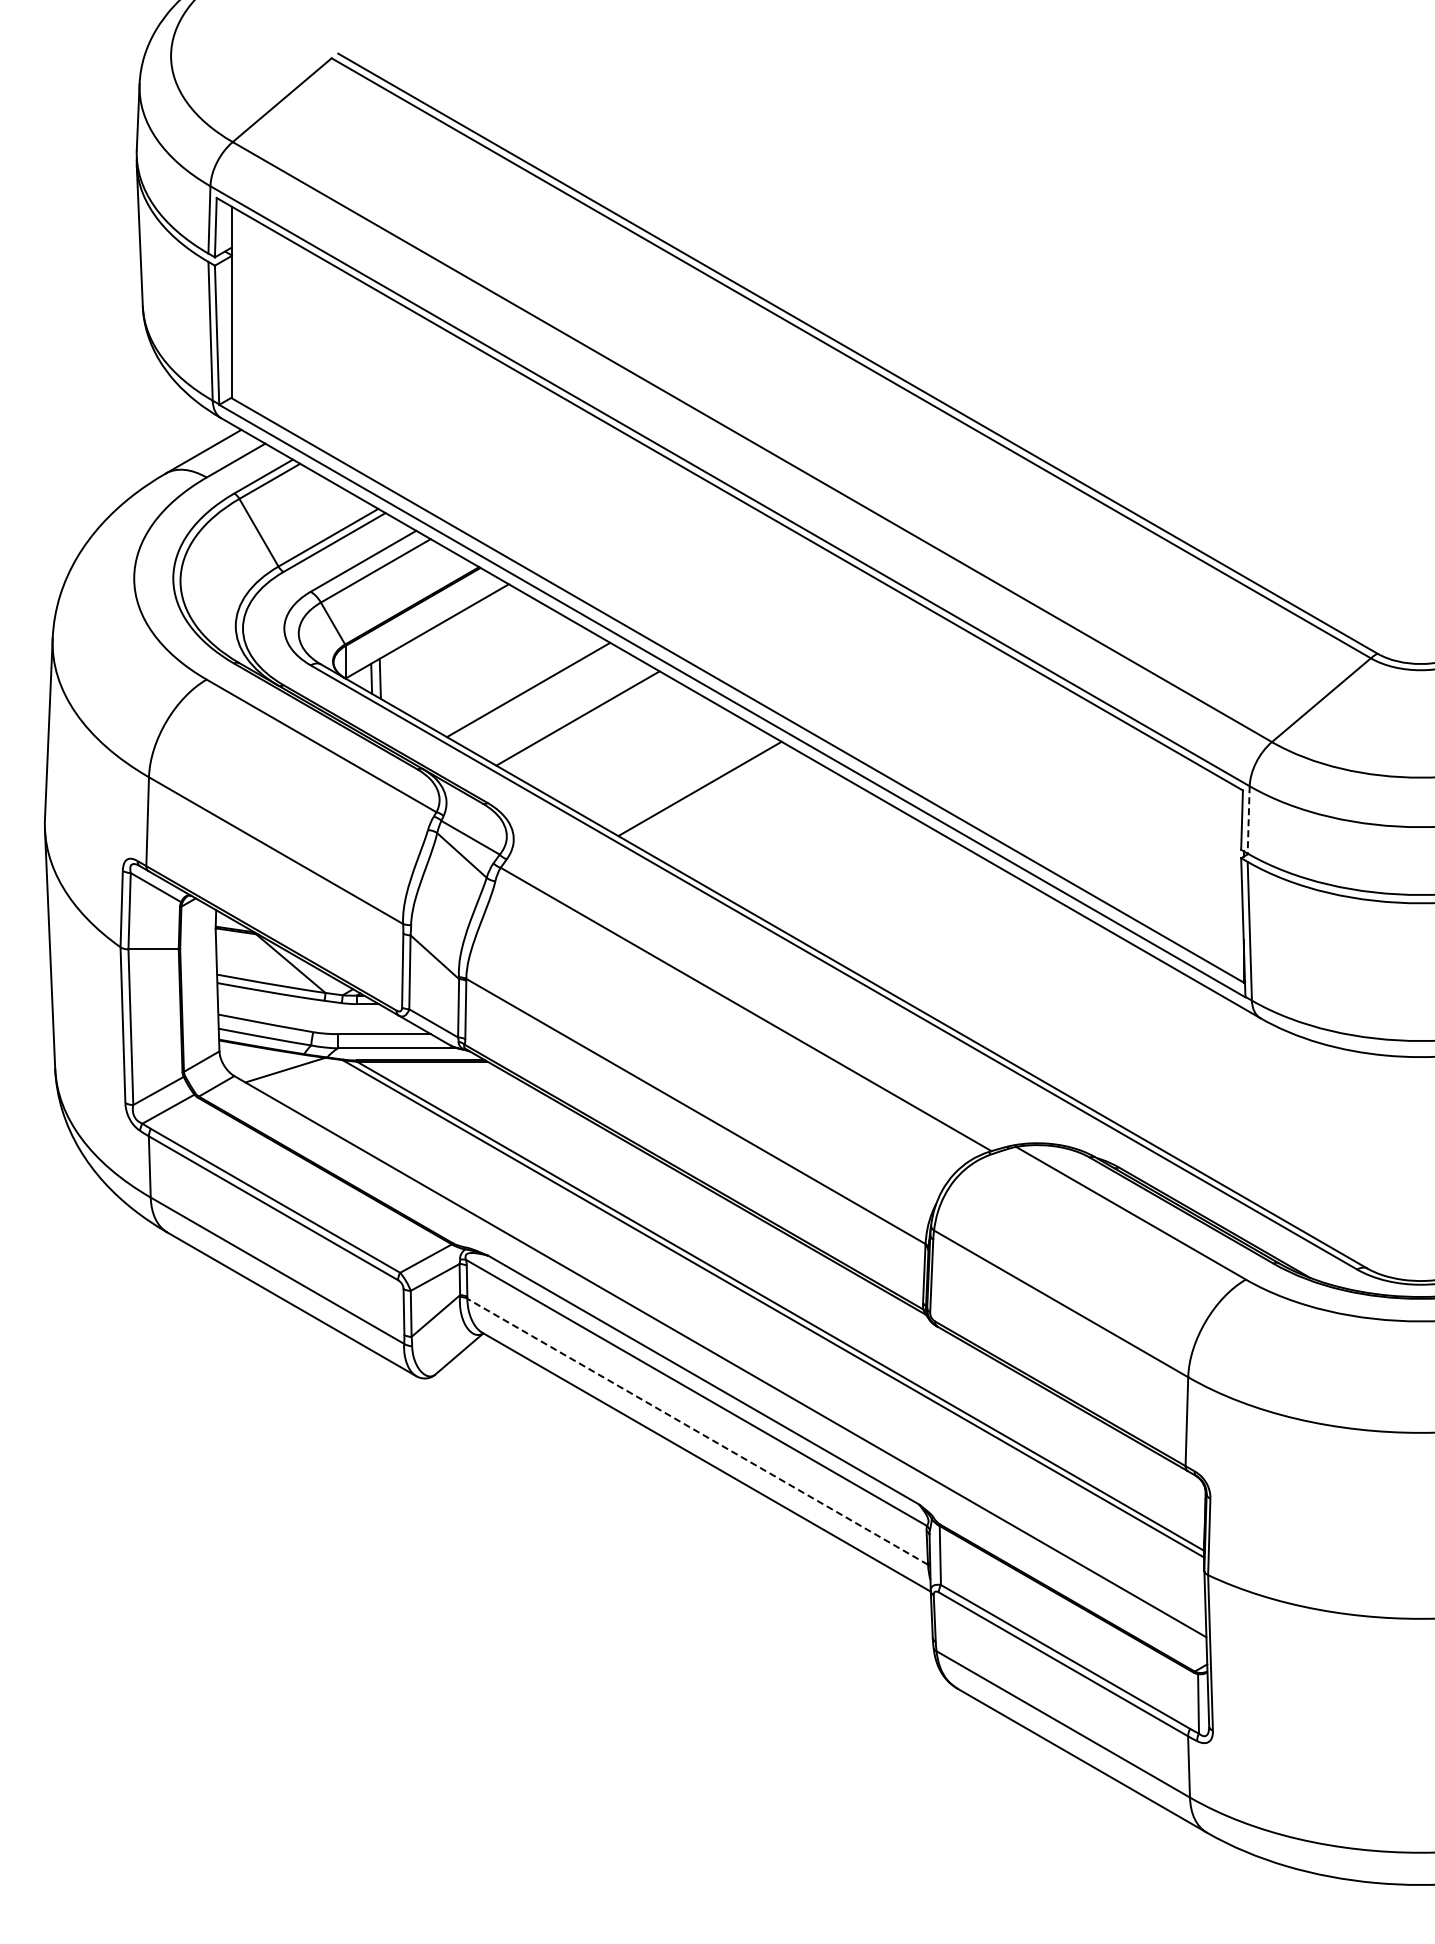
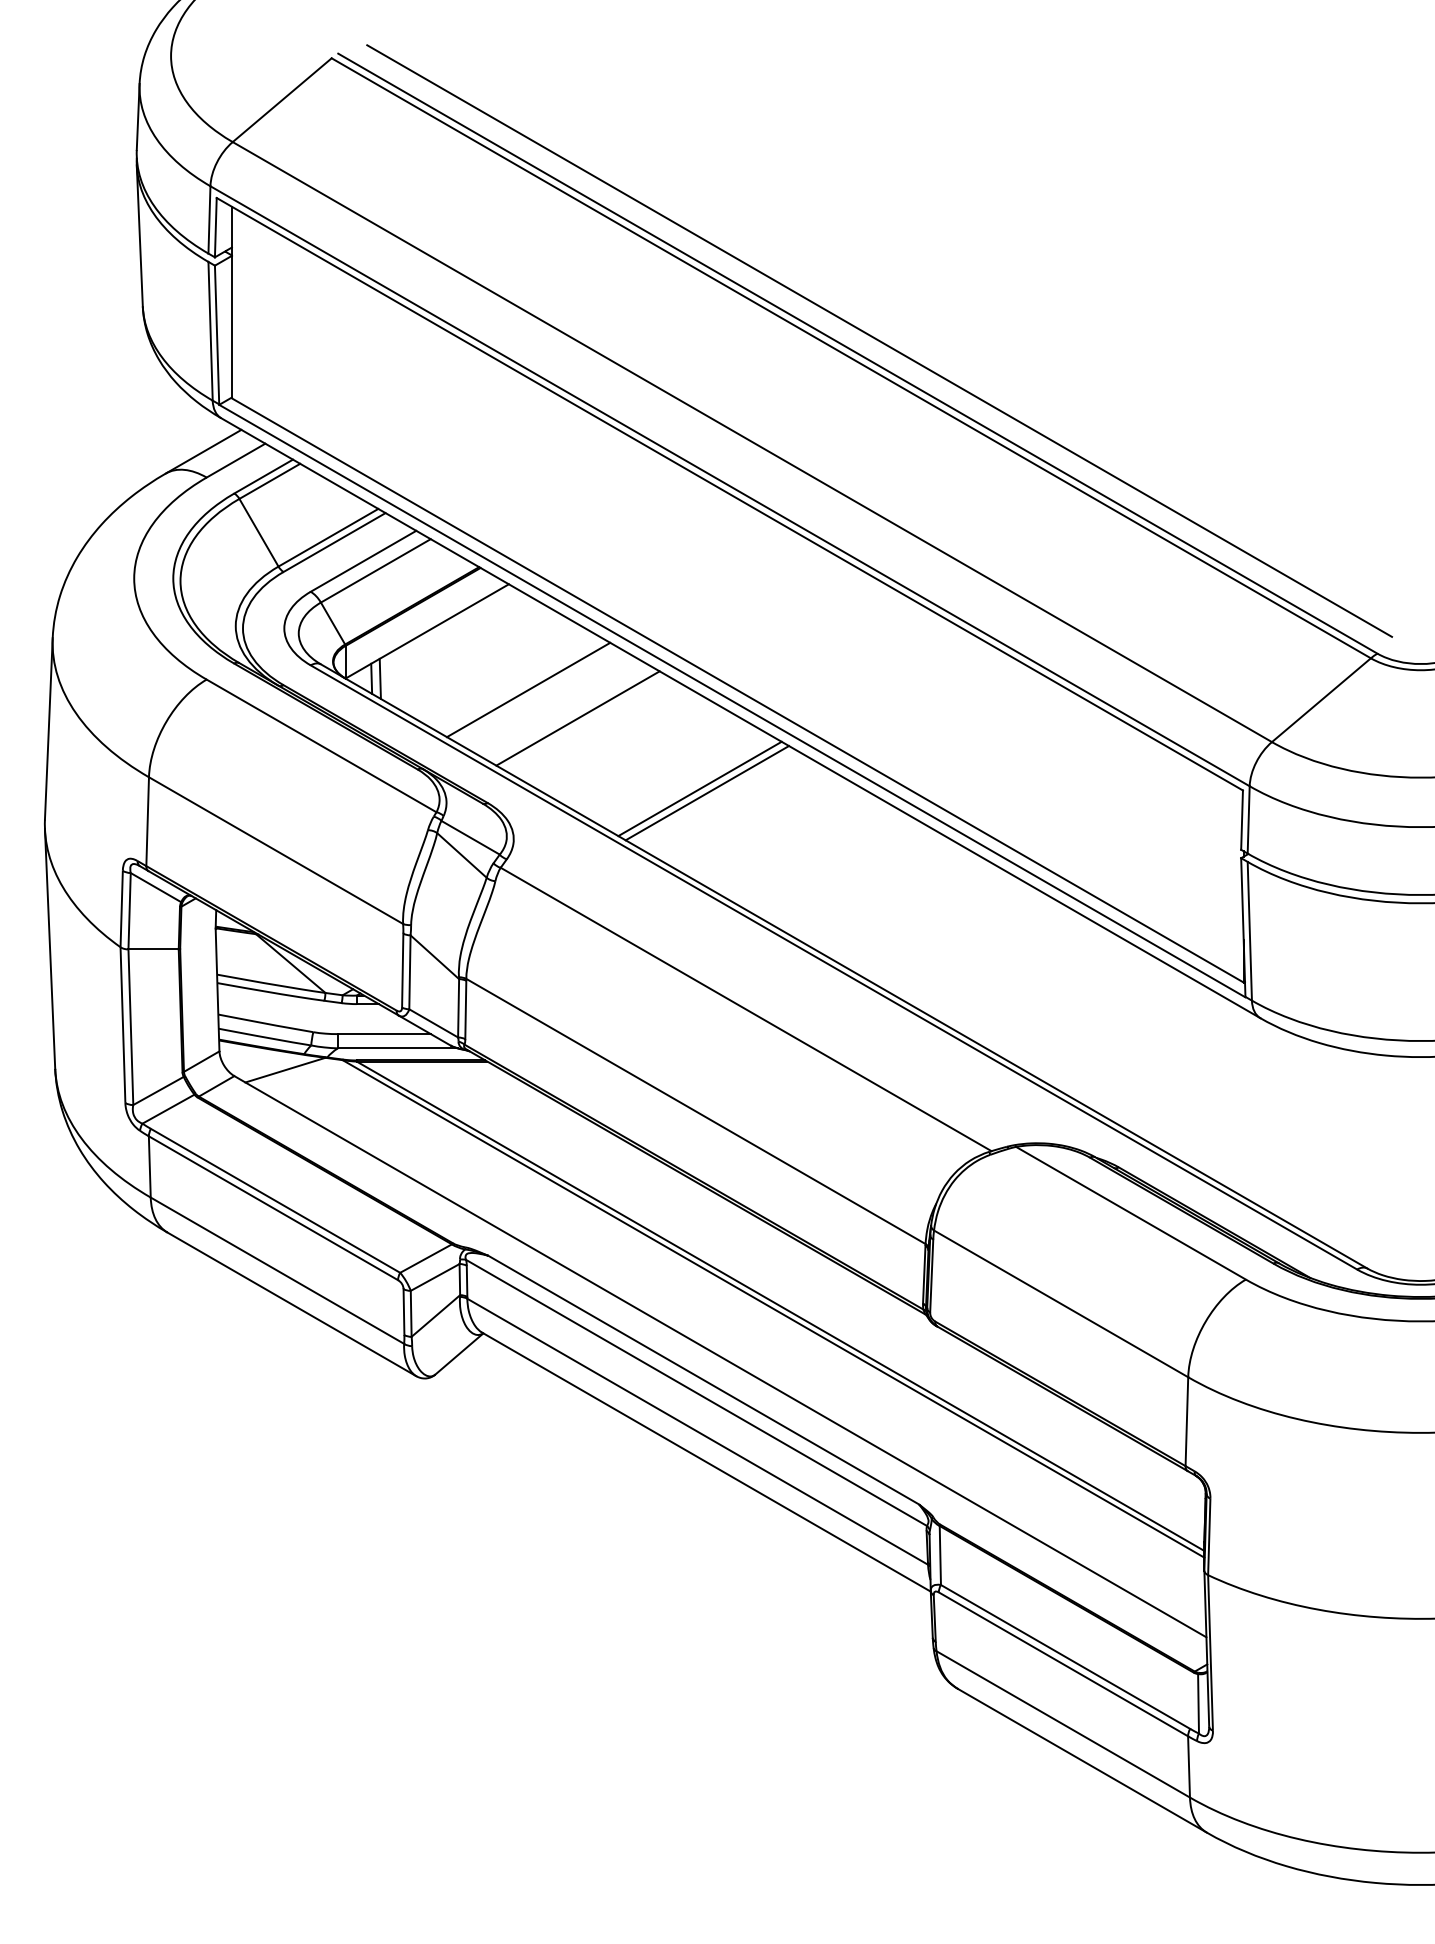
line at (879, 340): none -> present
line at (707, 793): none -> present
line at (1248, 819): dashed -> solid
line at (697, 1431): dashed -> solid
